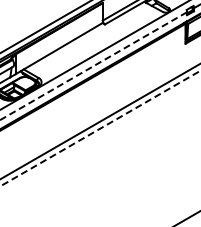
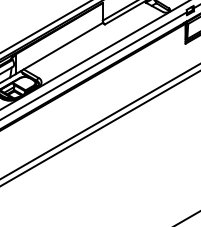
line at (93, 66): dashed -> solid
line at (100, 128): dashed -> solid
